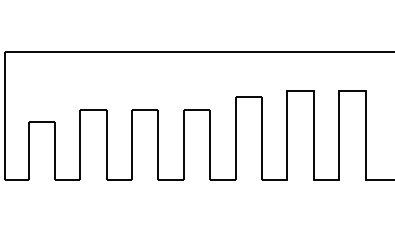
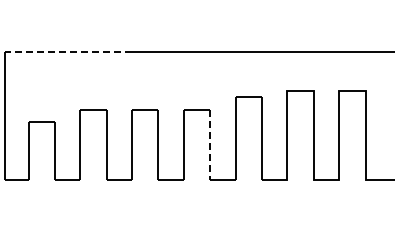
line at (68, 52): solid -> dashed
line at (210, 144): solid -> dashed
